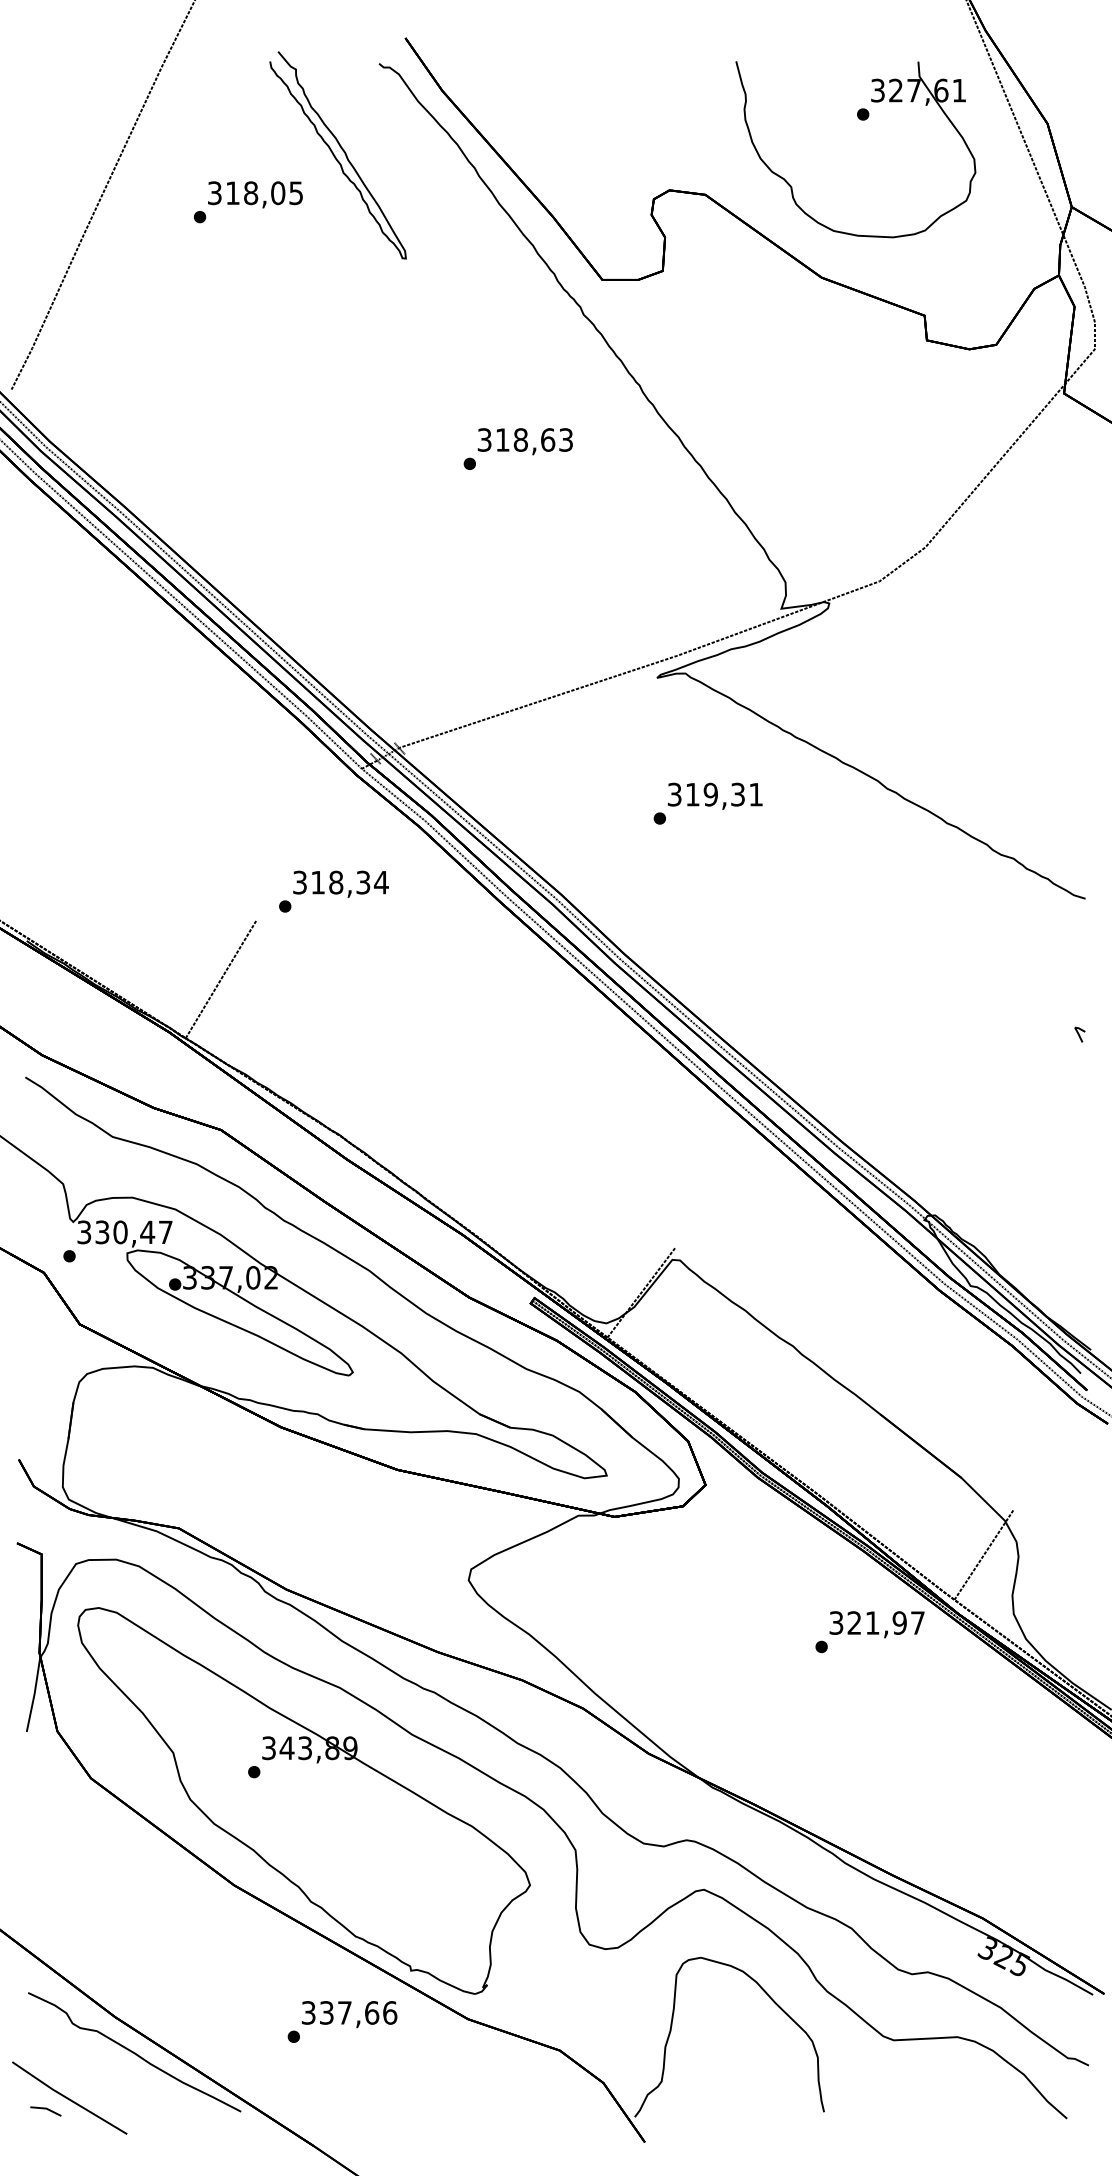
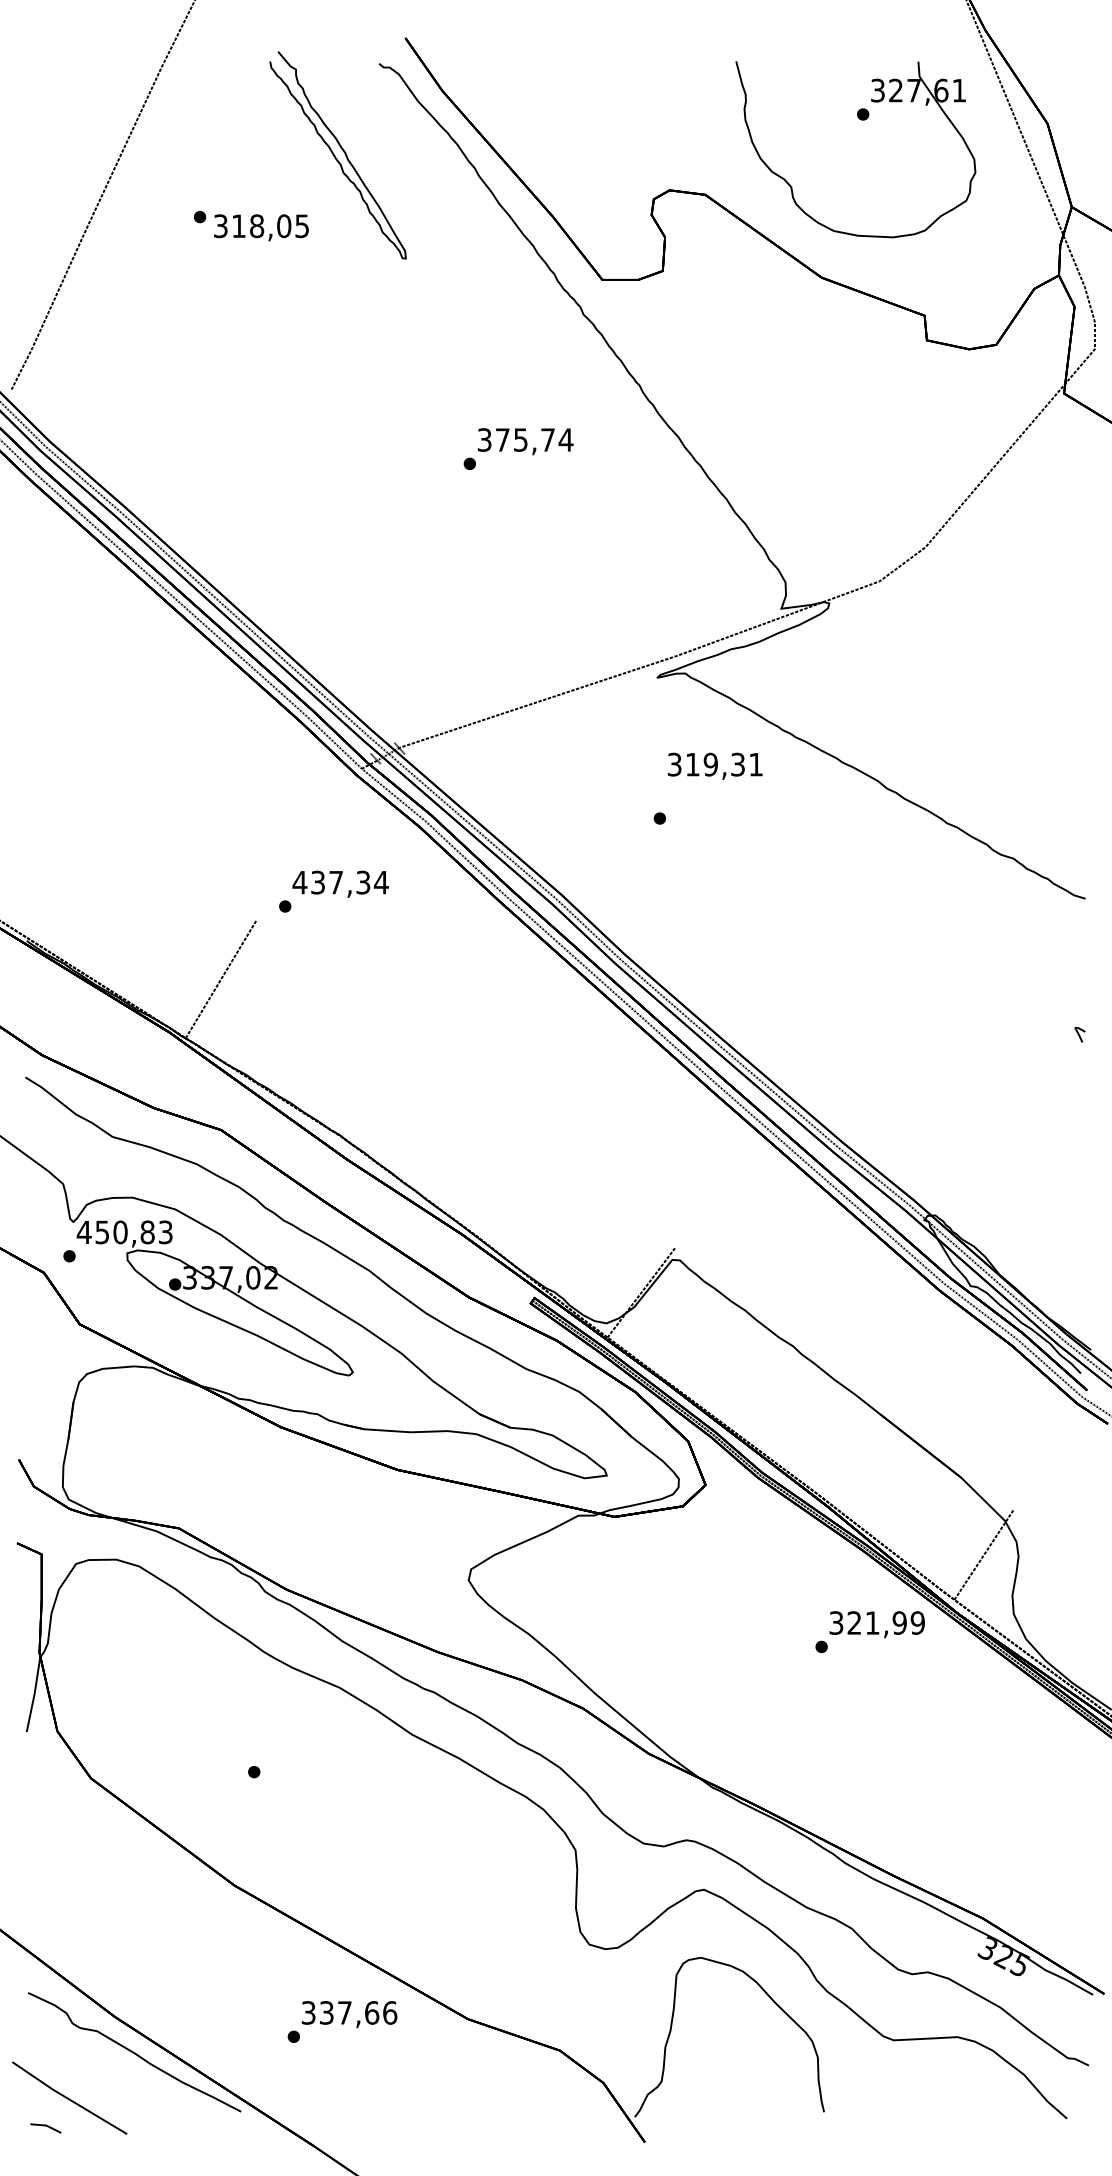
text at (255, 194) position: (255, 194) -> (261, 227)
text at (534, 439): 318,63 -> 375,74
text at (714, 795) position: (714, 795) -> (714, 765)
text at (317, 882): 318,34 -> 437,34
text at (124, 1232): 330,47 -> 450,83
text at (917, 1622): 321,97 -> 321,99
part at (303, 1800): present -> none
line at (45, 2109) position: (45, 2109) -> (45, 2126)
